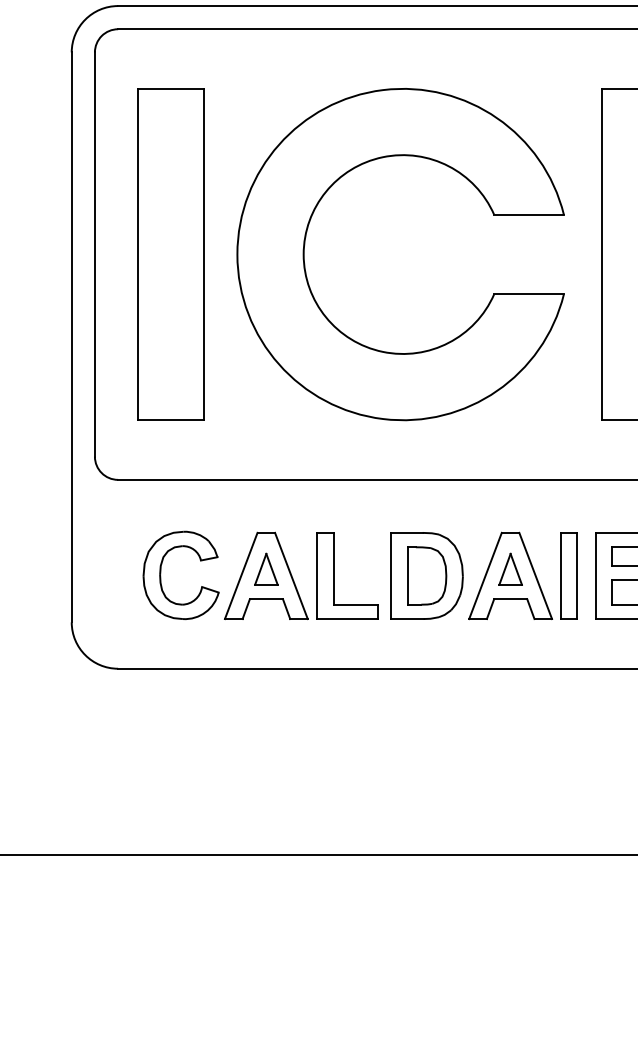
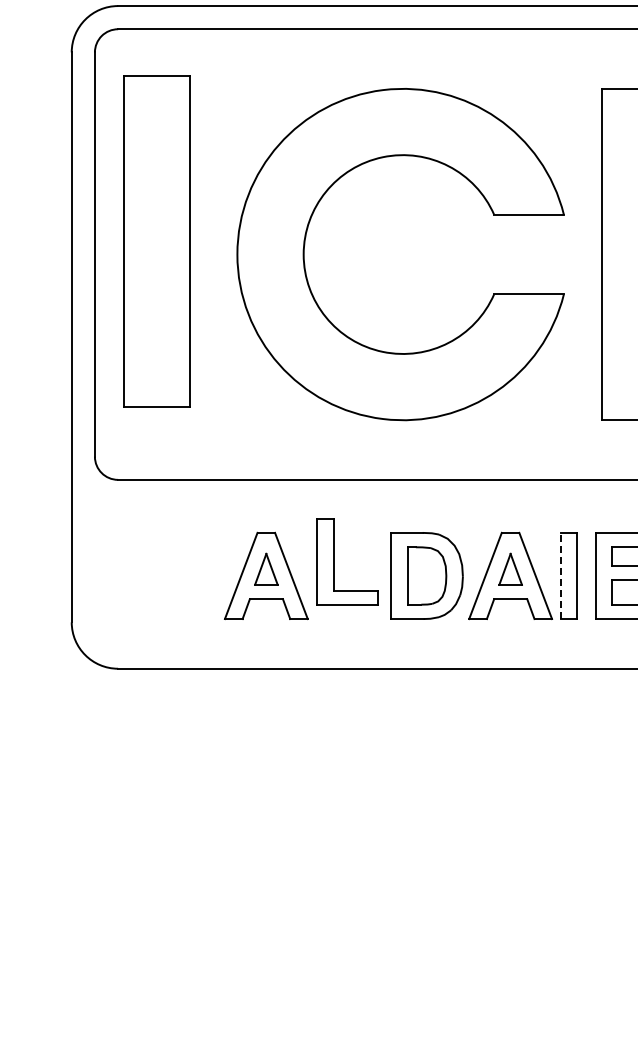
part at (170, 254) position: (170, 254) -> (156, 241)
part at (334, 575) position: (334, 575) -> (334, 561)
line at (560, 575): solid -> dashed
part at (161, 576): present -> none
line at (318, 854): present -> none
